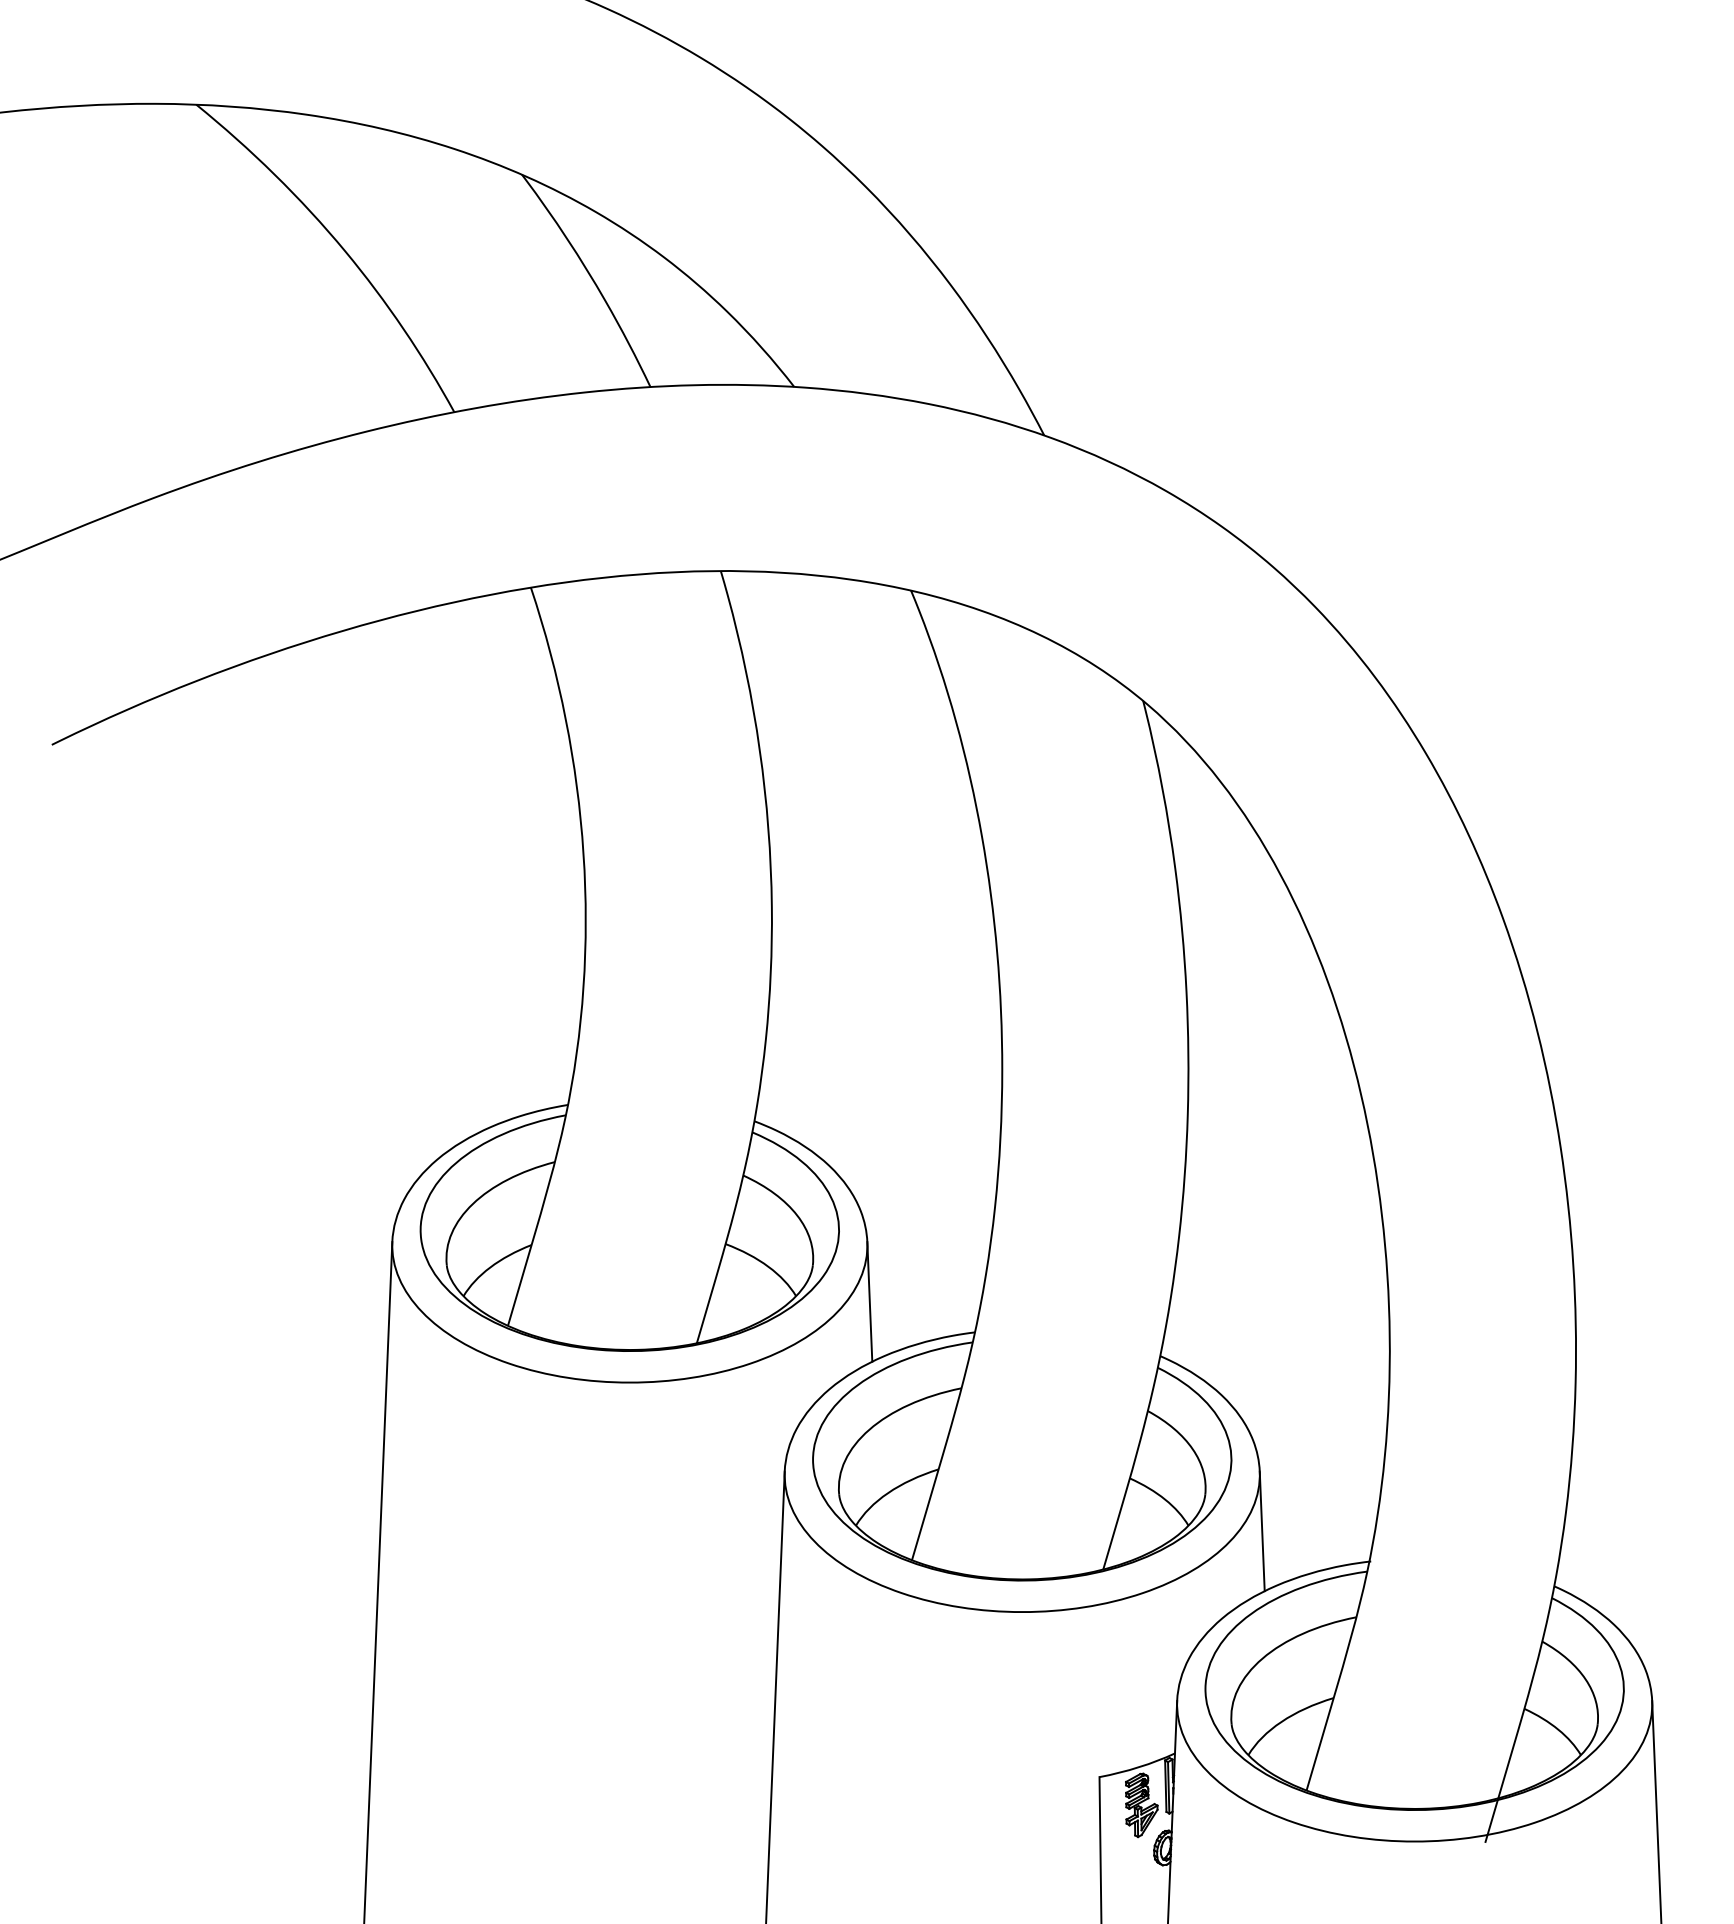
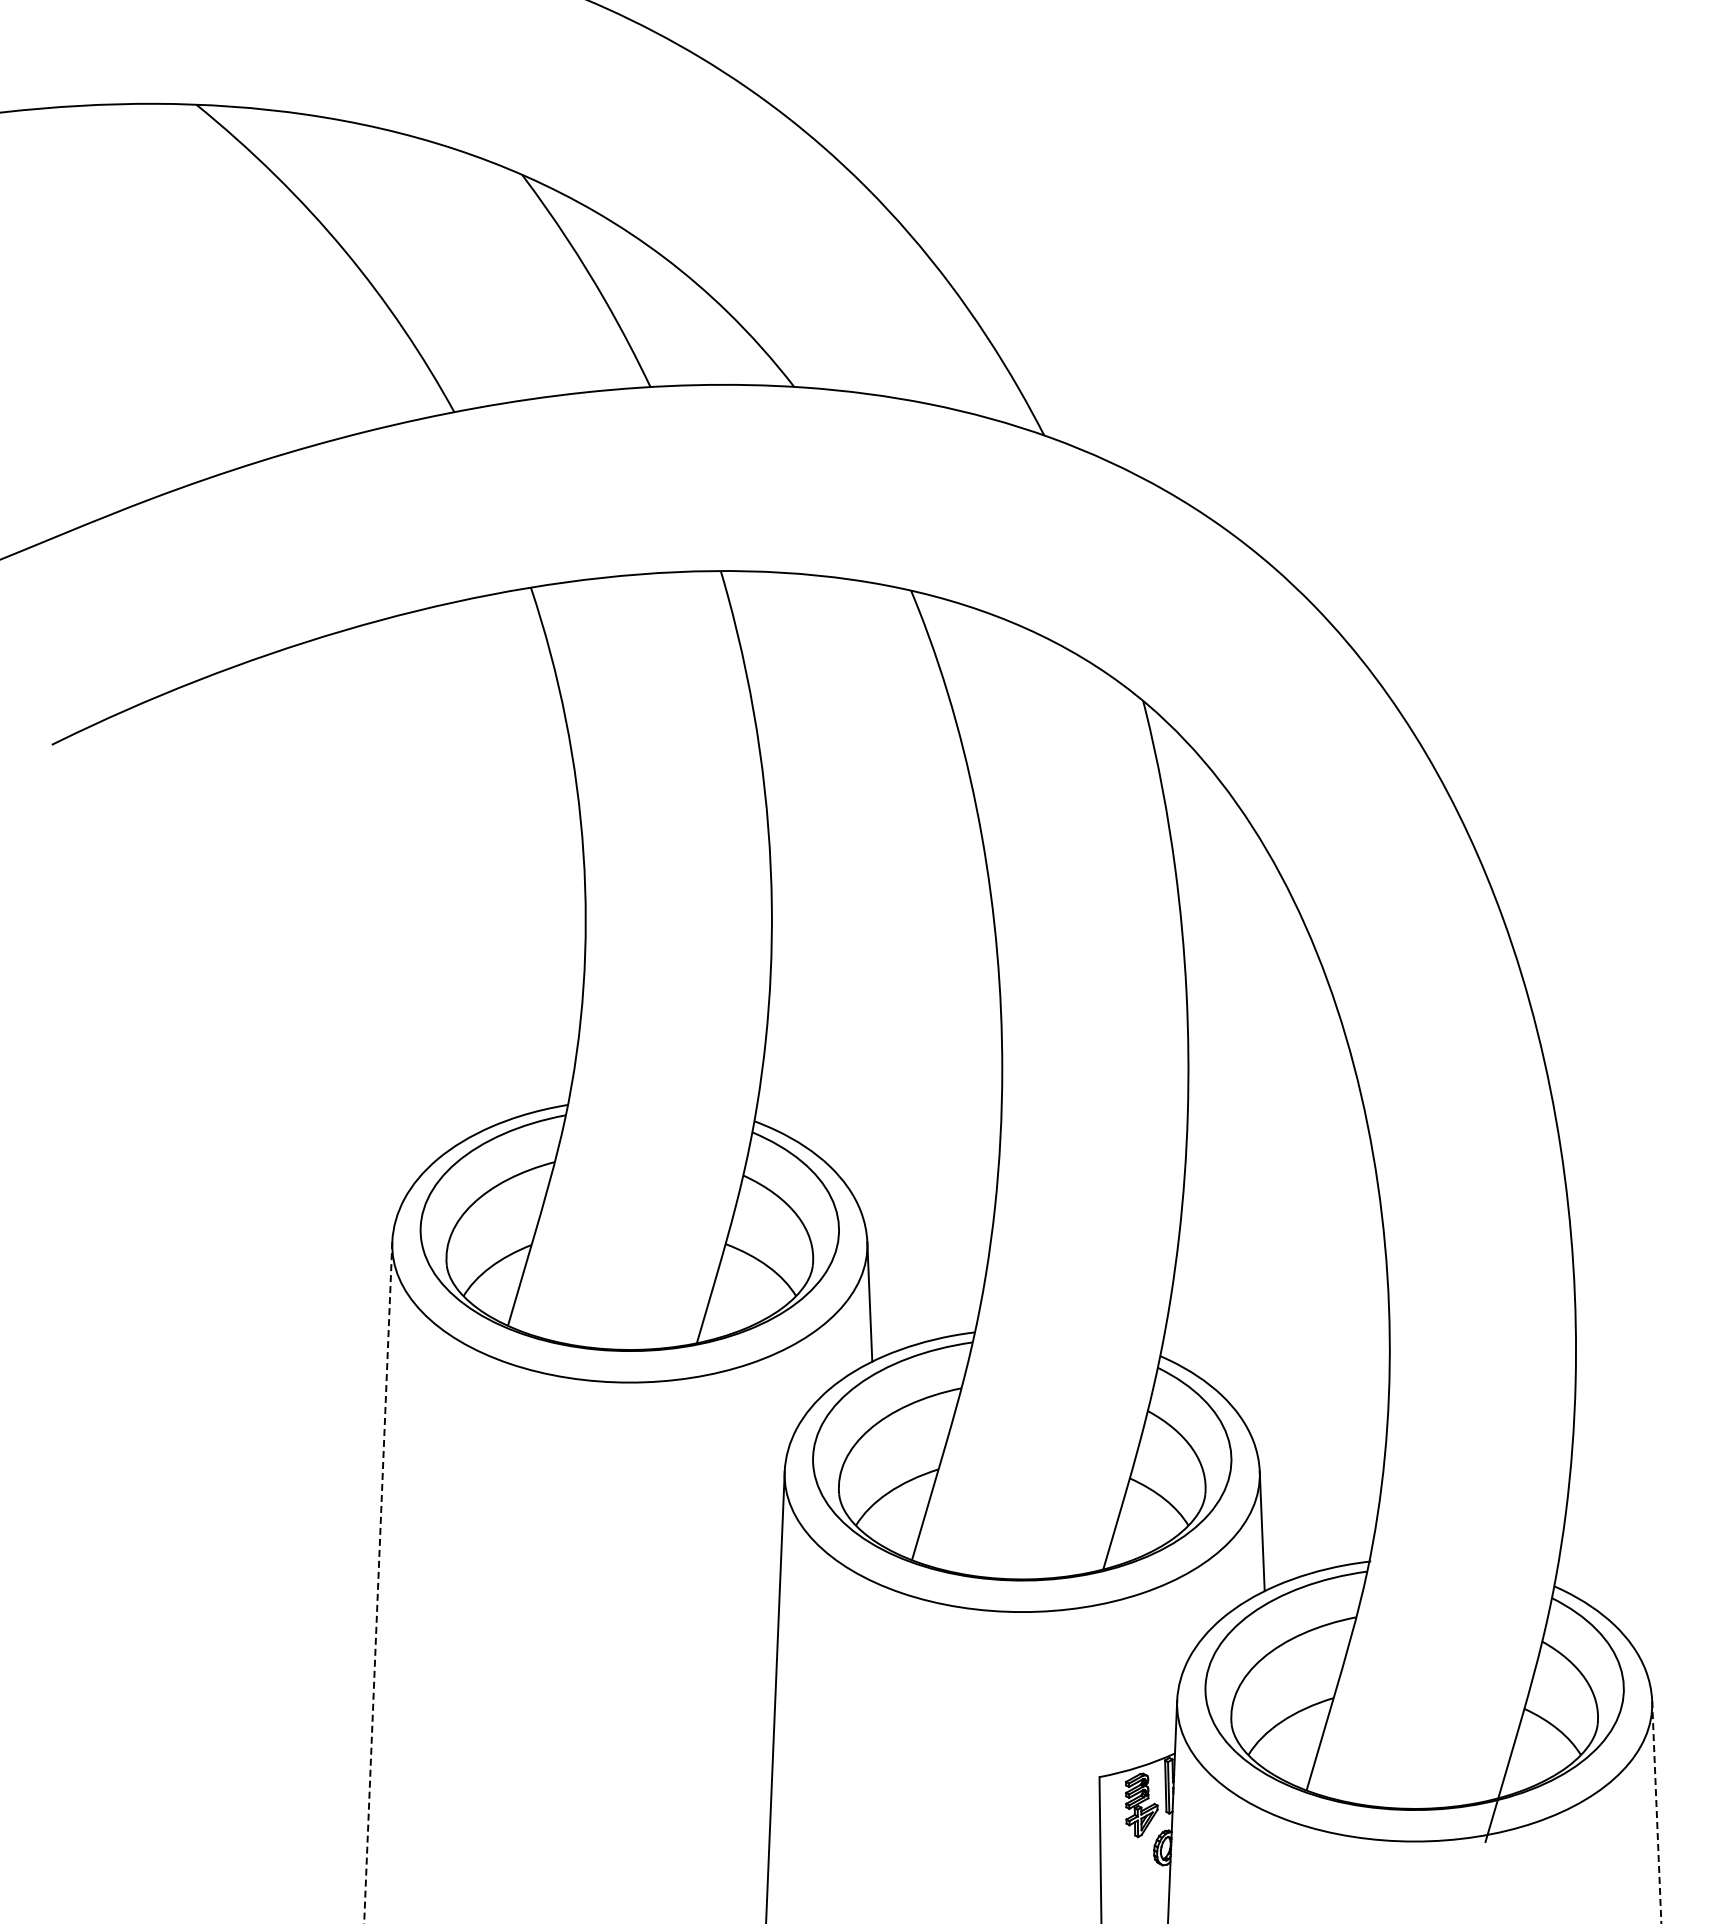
line at (378, 1582): solid -> dashed
line at (1656, 1813): solid -> dashed
